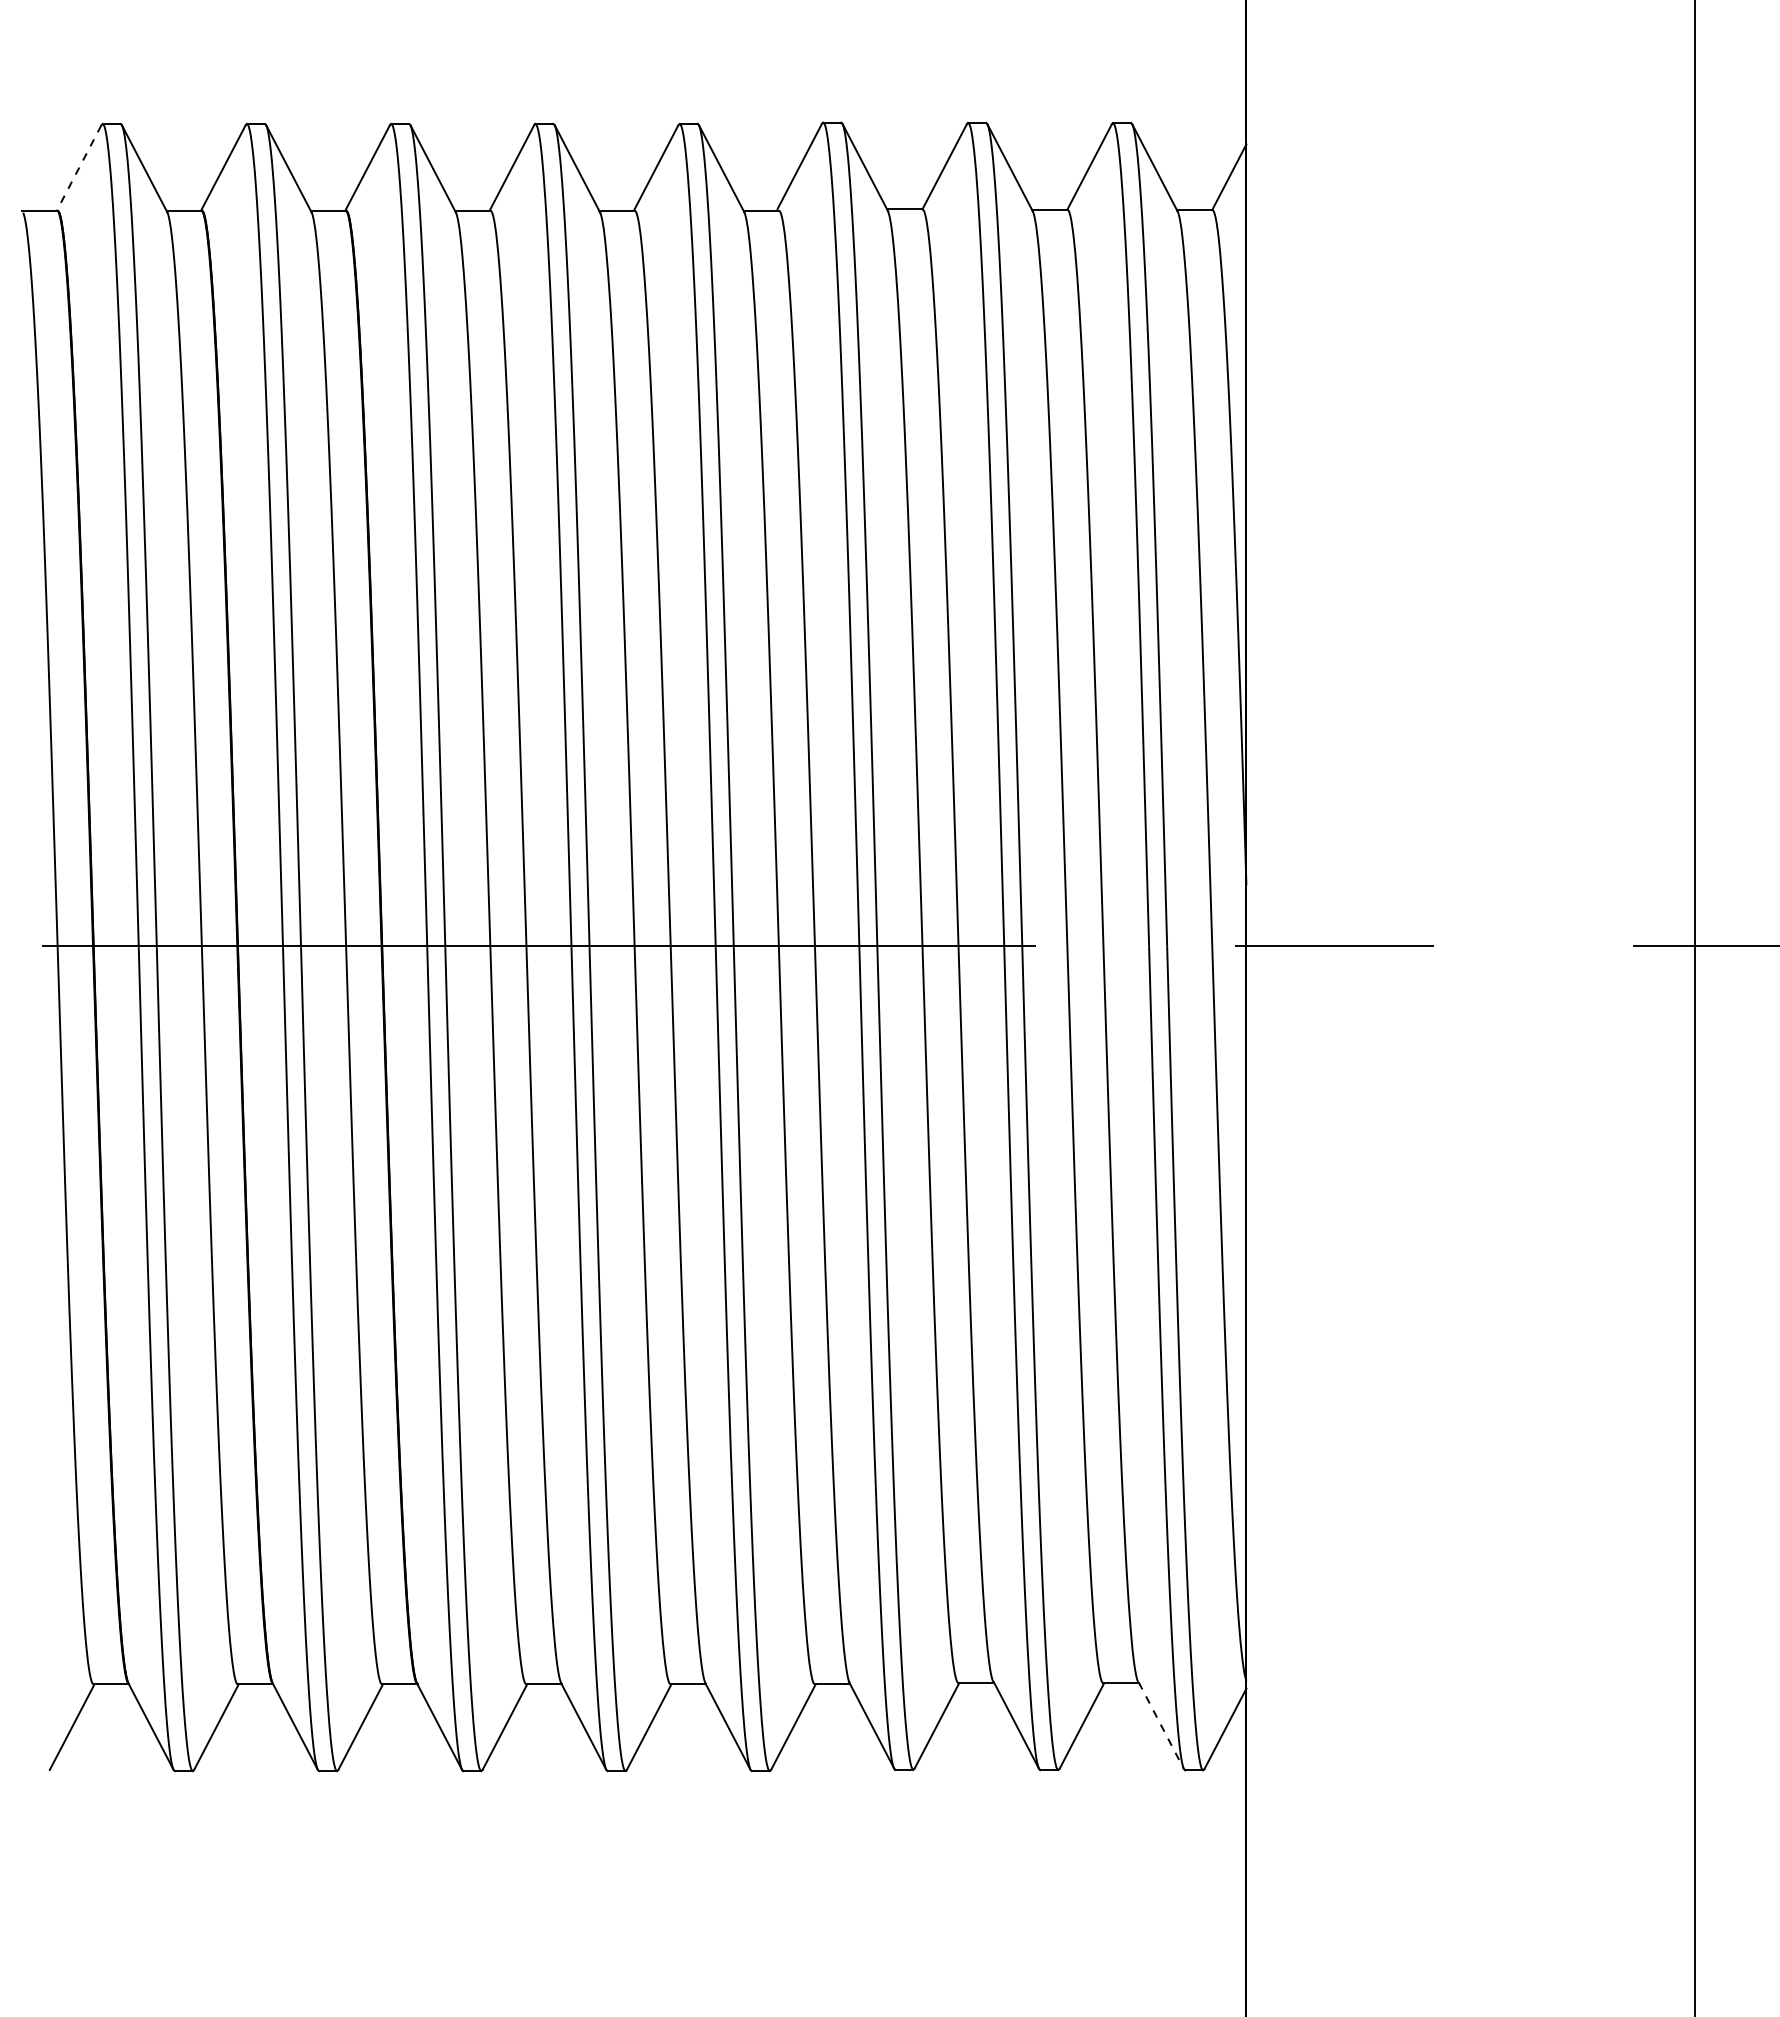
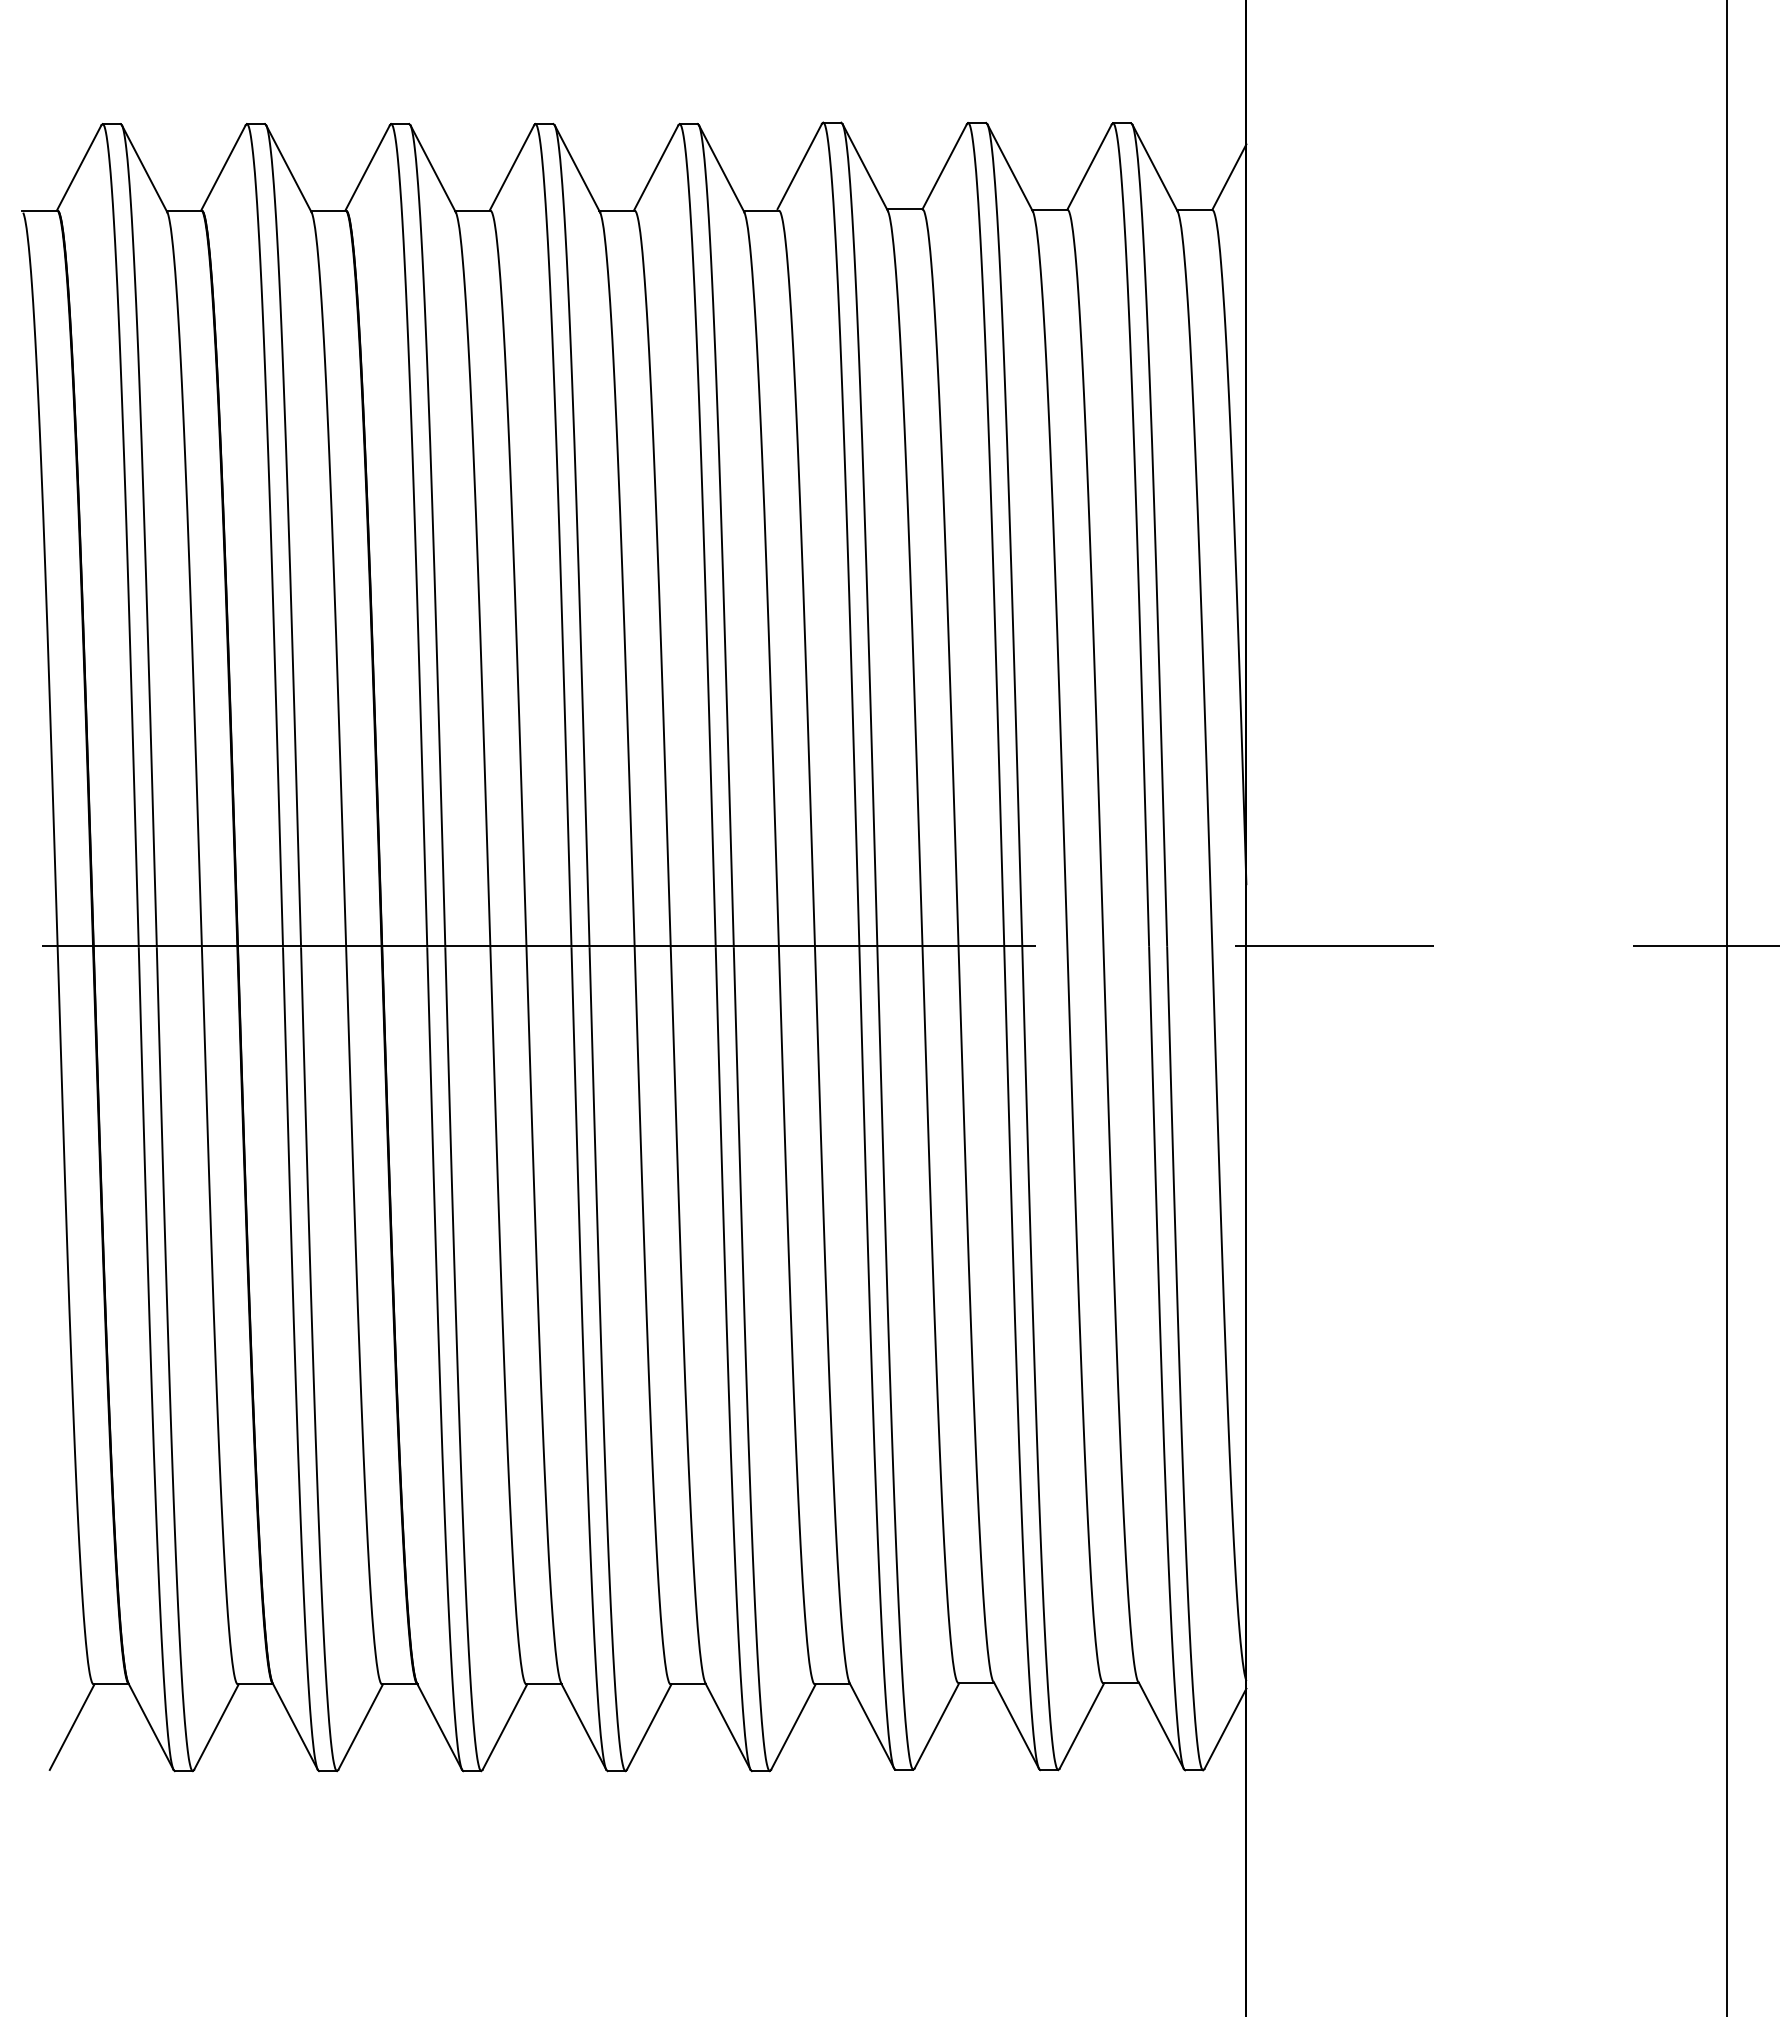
line at (78, 168): dashed -> solid
line at (1694, 1007) position: (1694, 1007) -> (1726, 1007)
line at (1161, 1725): dashed -> solid
